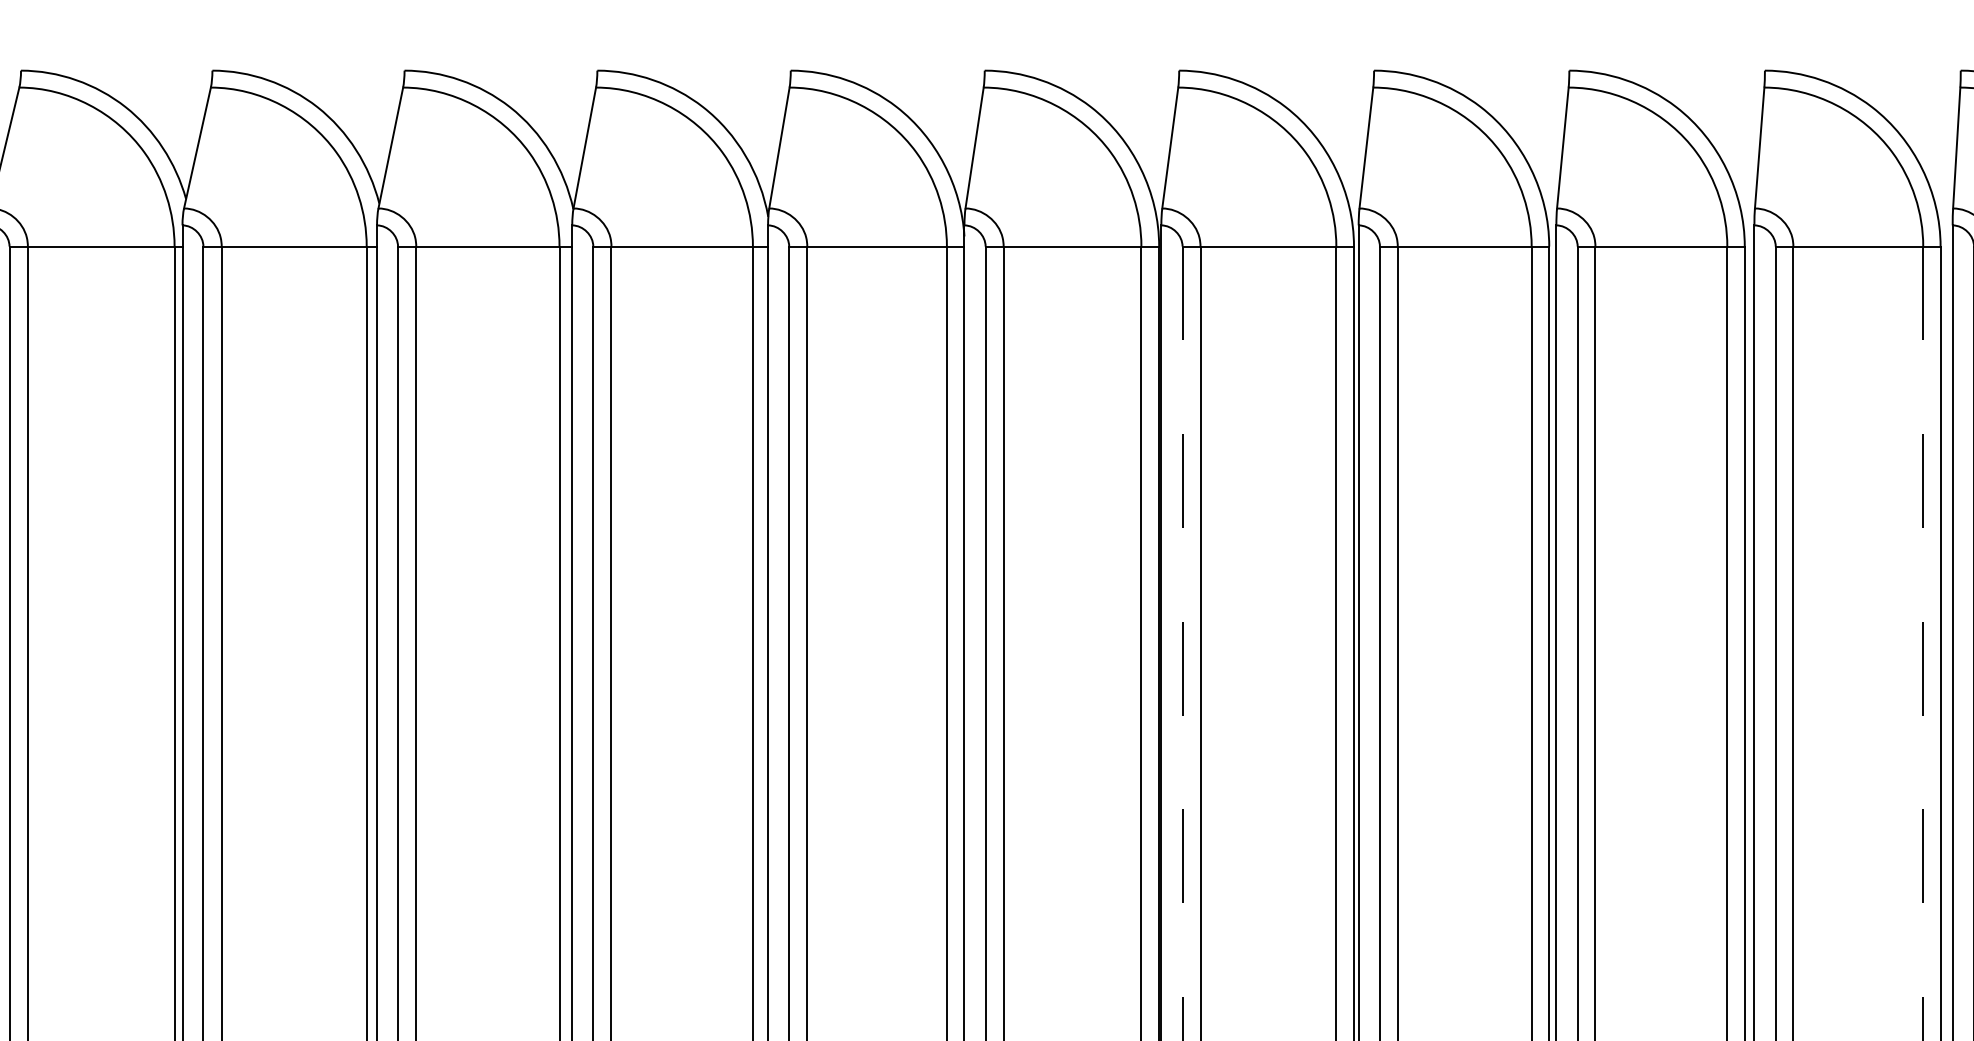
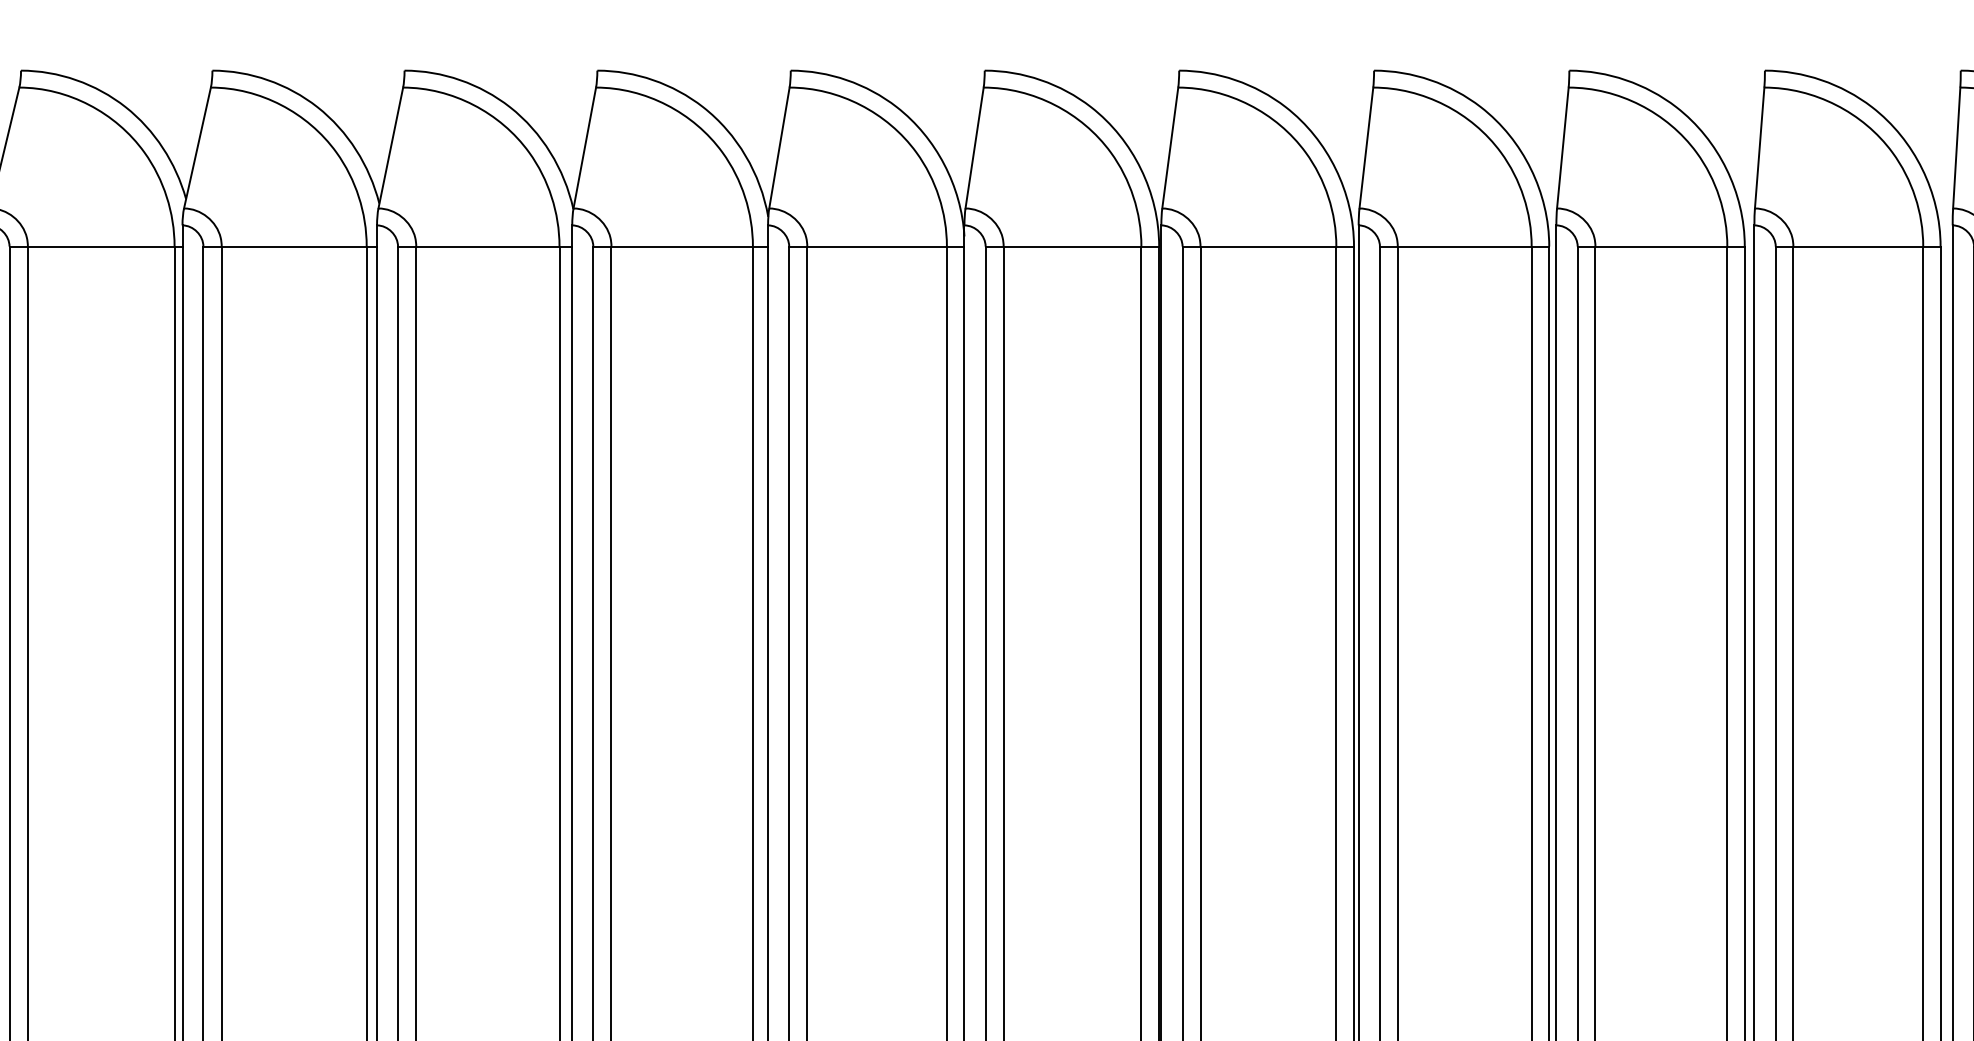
line at (1182, 643): dashed -> solid
line at (1923, 643): dashed -> solid
